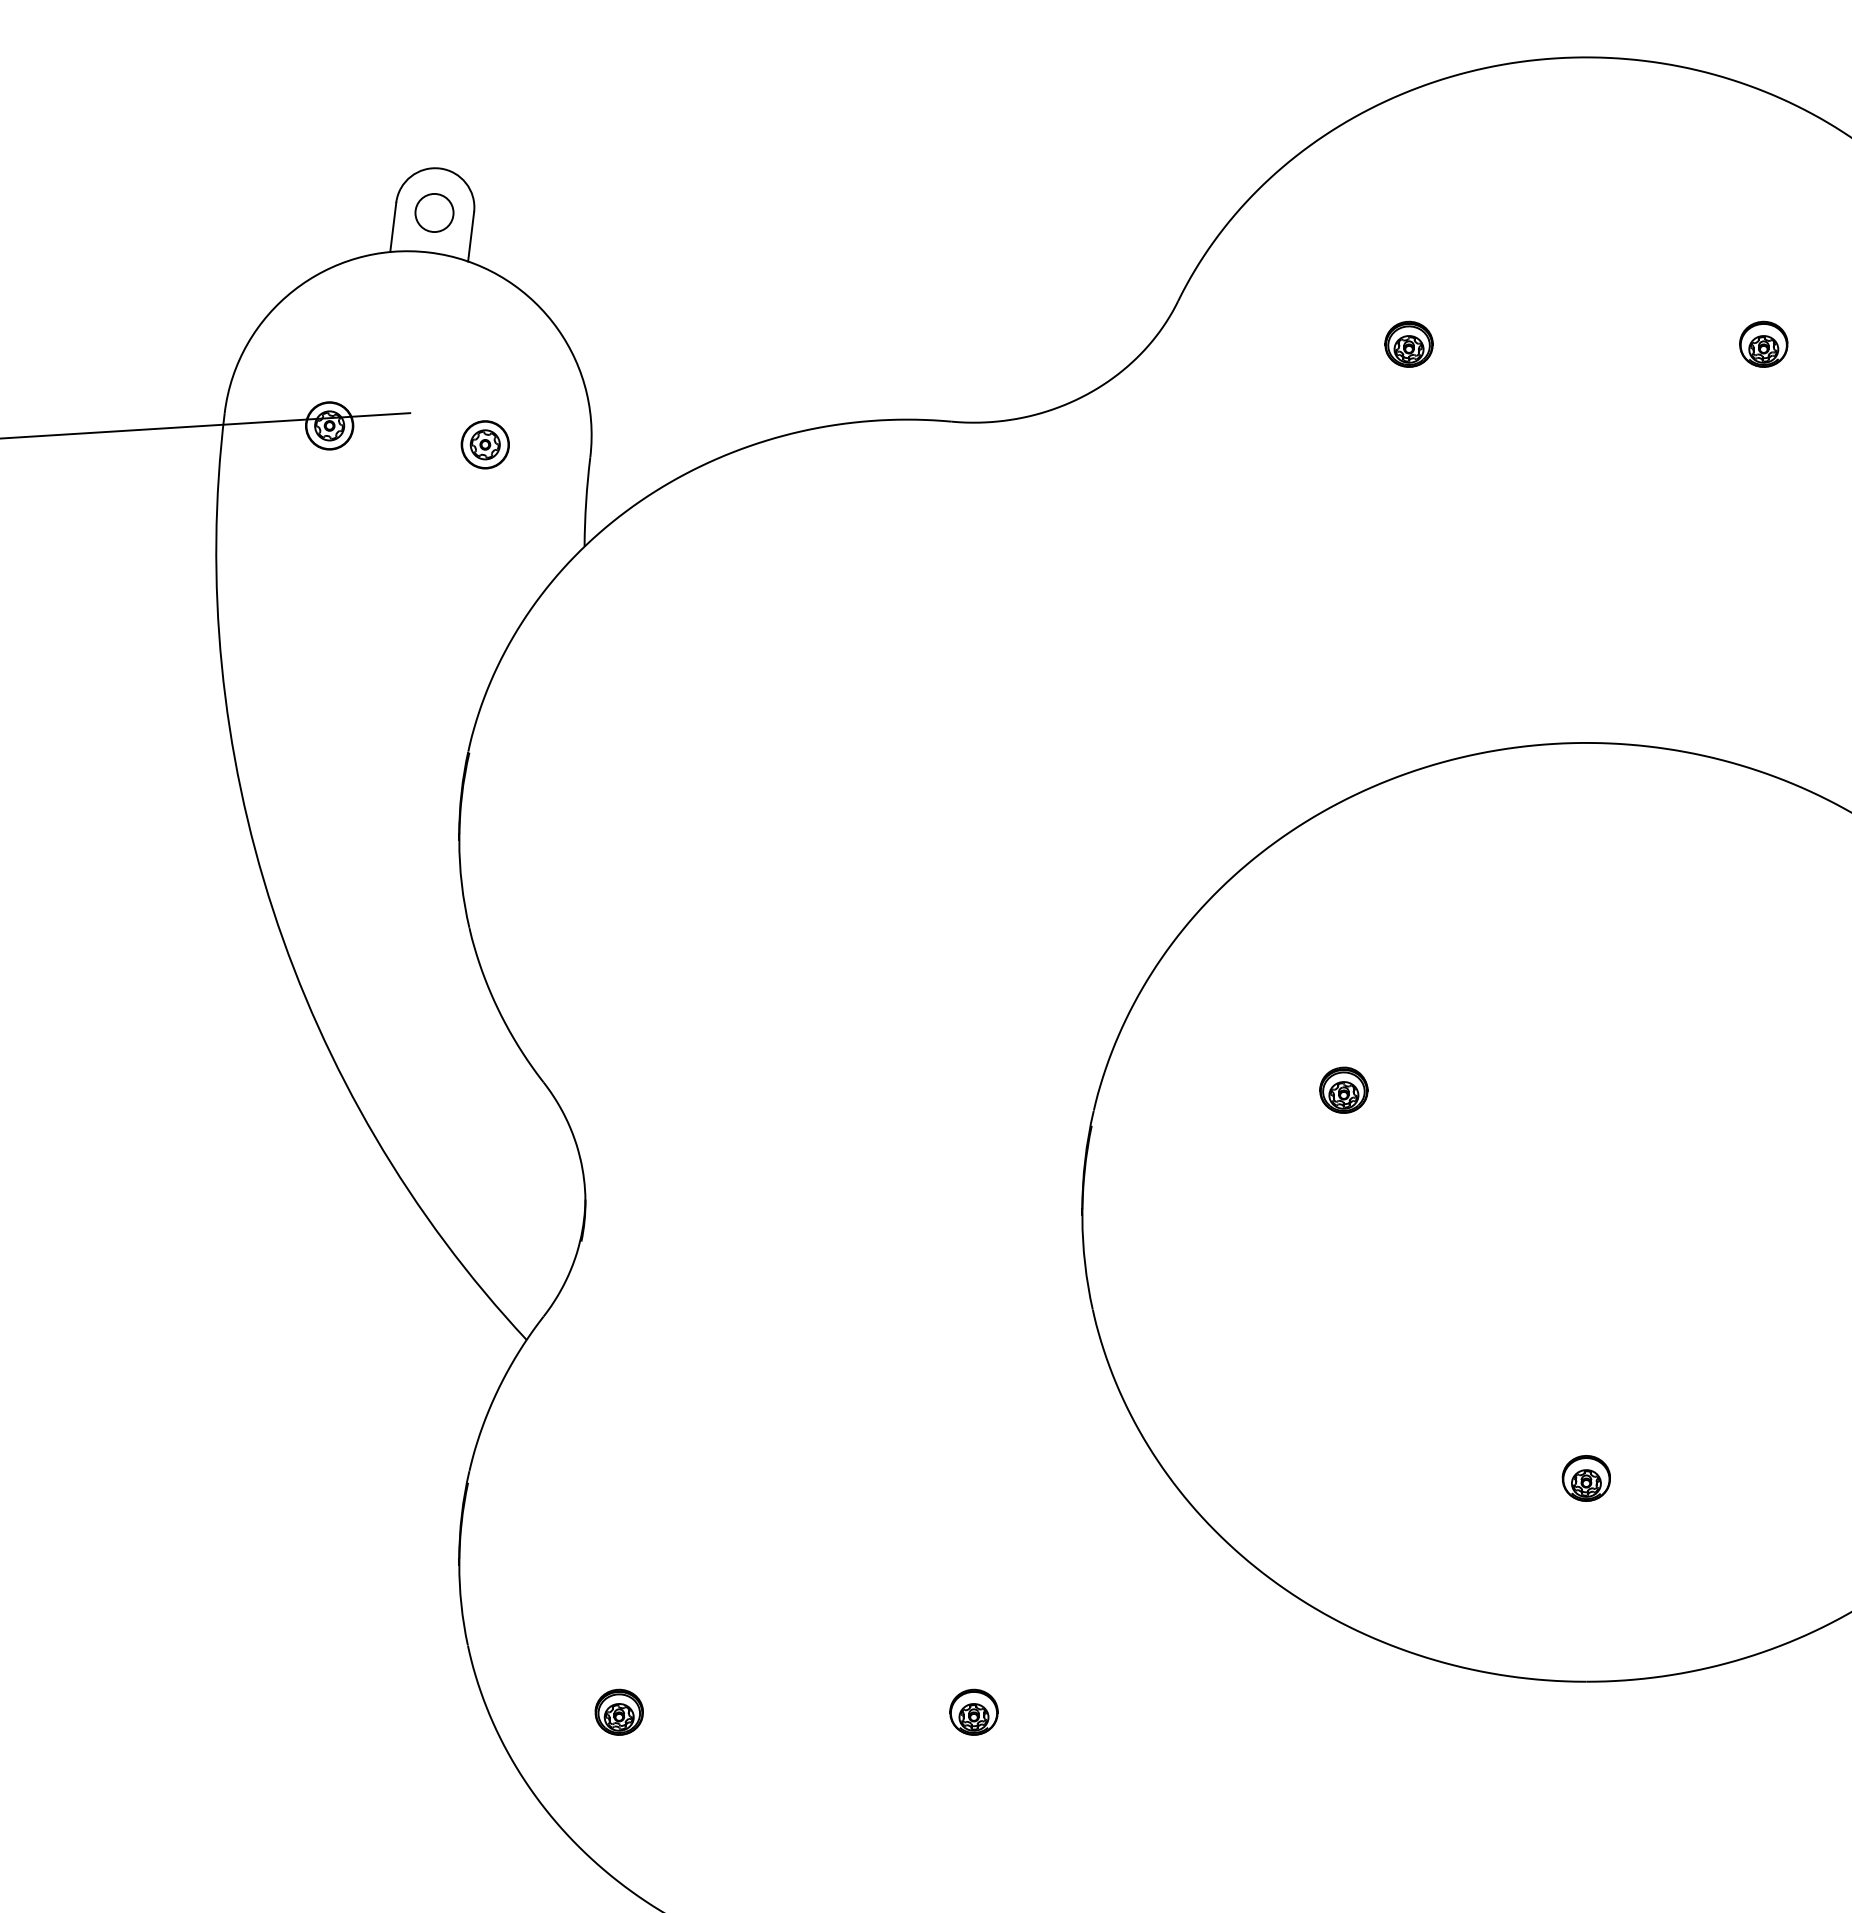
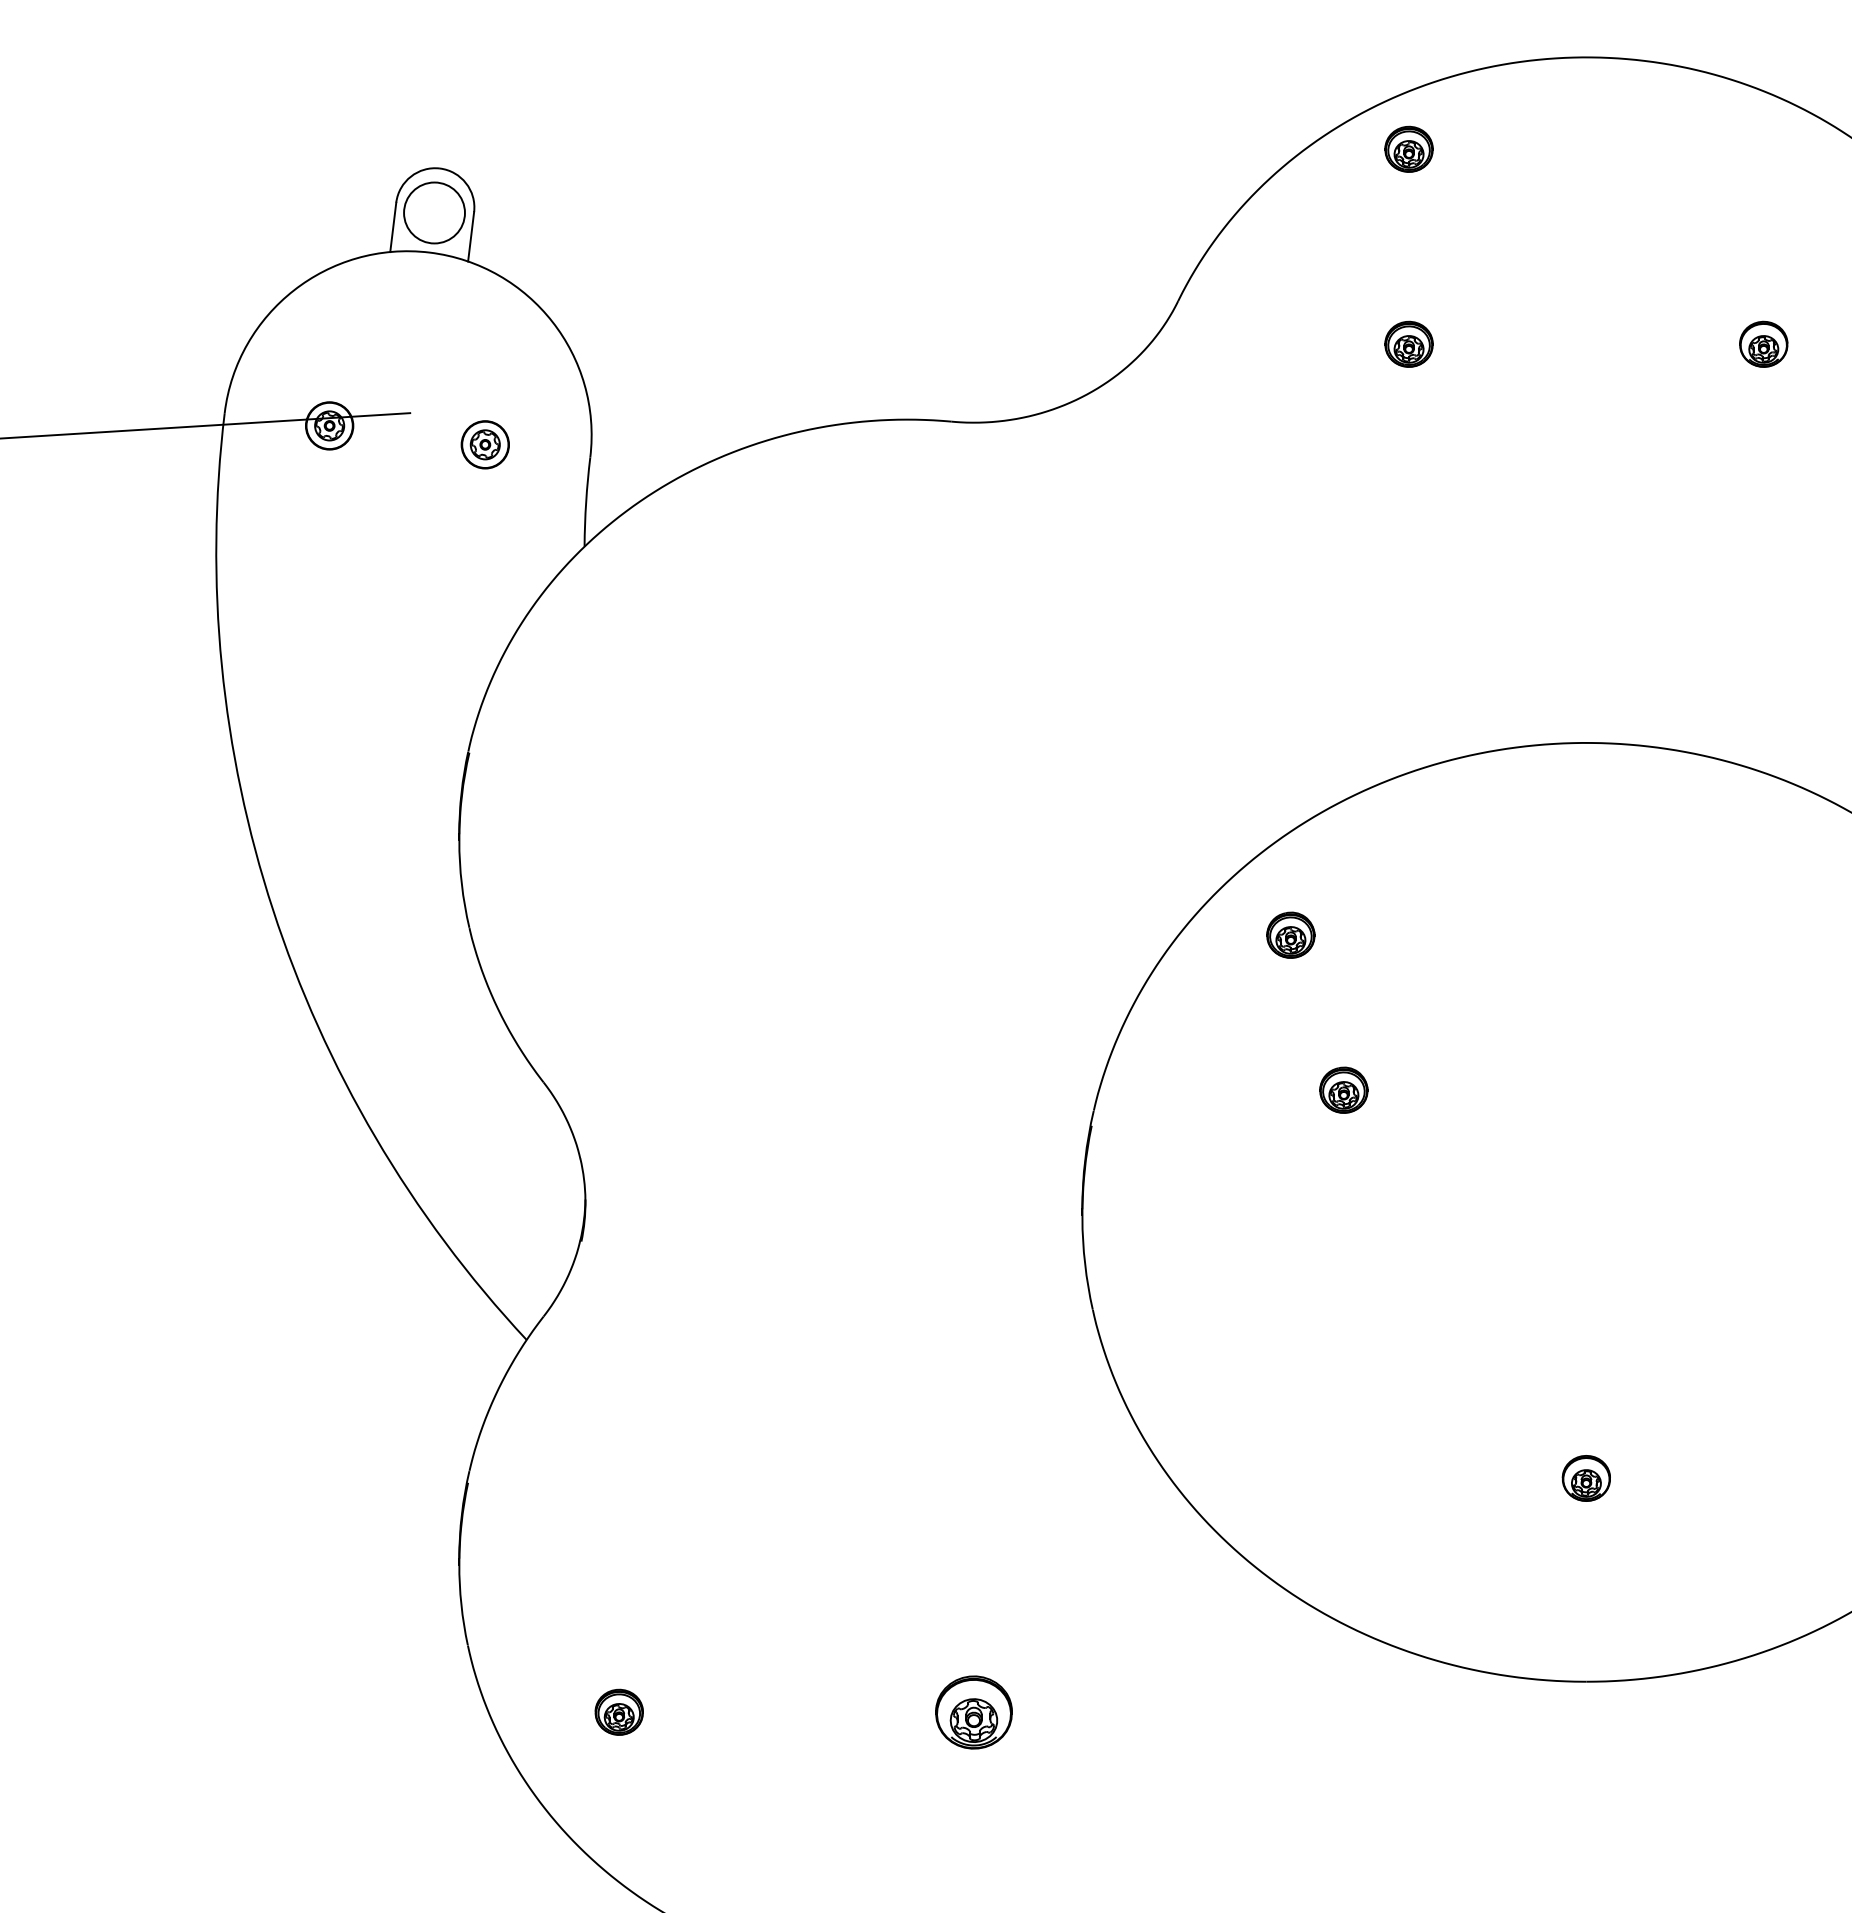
part at (1408, 148): none -> present
circle at (434, 212) diameter: 38 px -> 61 px
part at (1290, 934): none -> present
part at (973, 1711) size: 50x48 px -> 78x75 px
